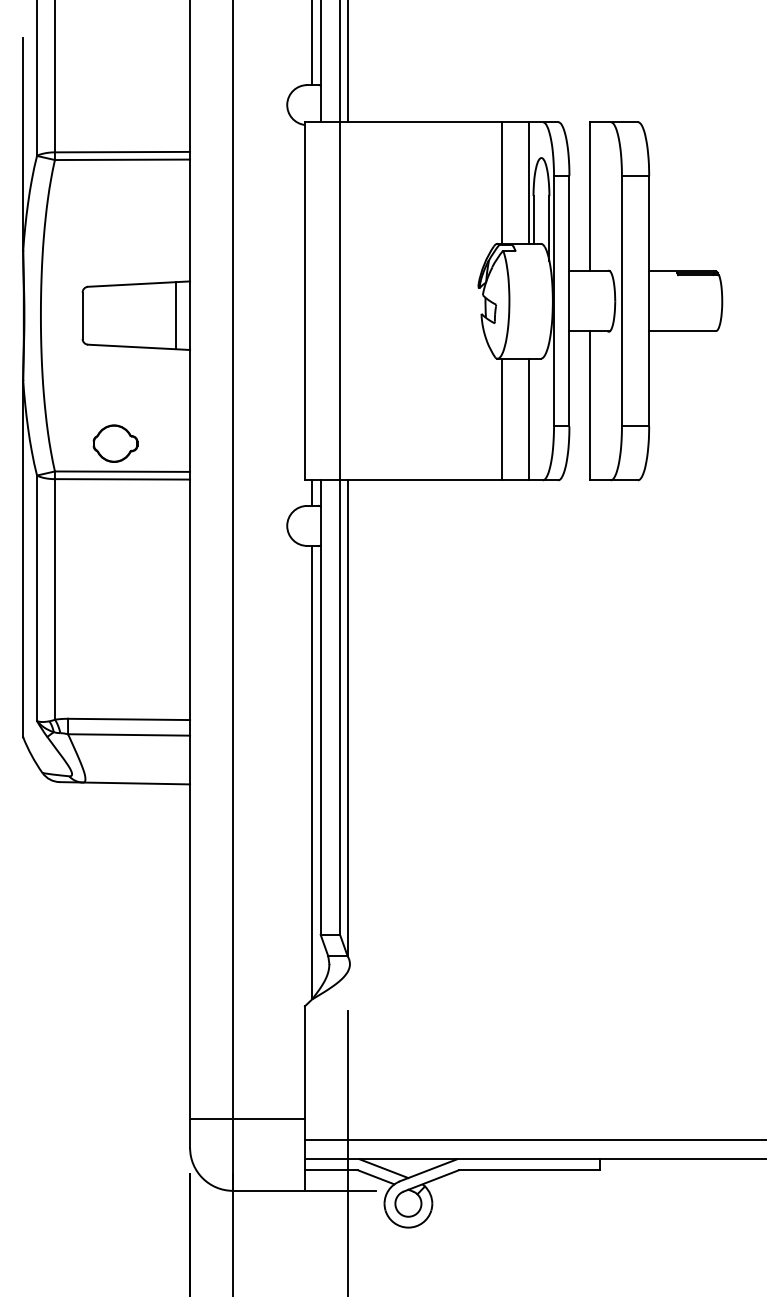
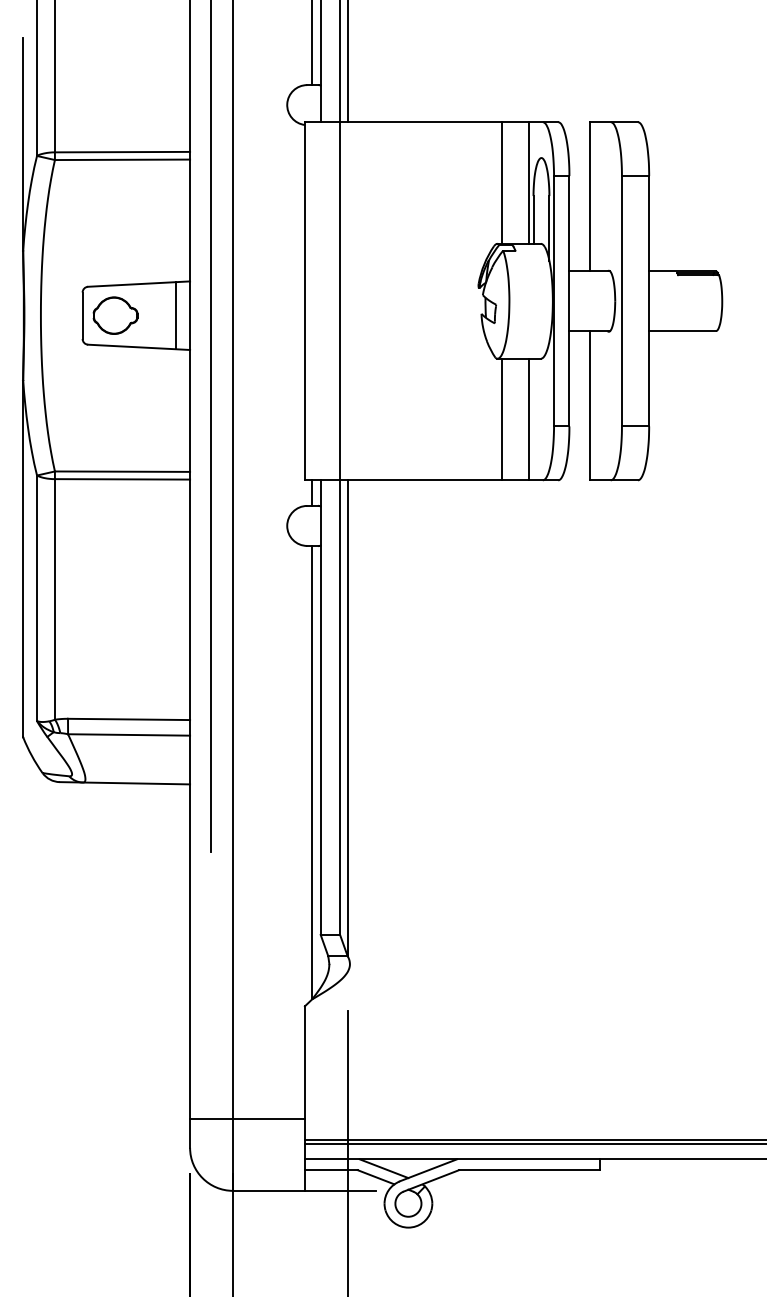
line at (210, 426): none -> present
part at (115, 443) position: (115, 443) -> (115, 315)
line at (533, 1143): none -> present
